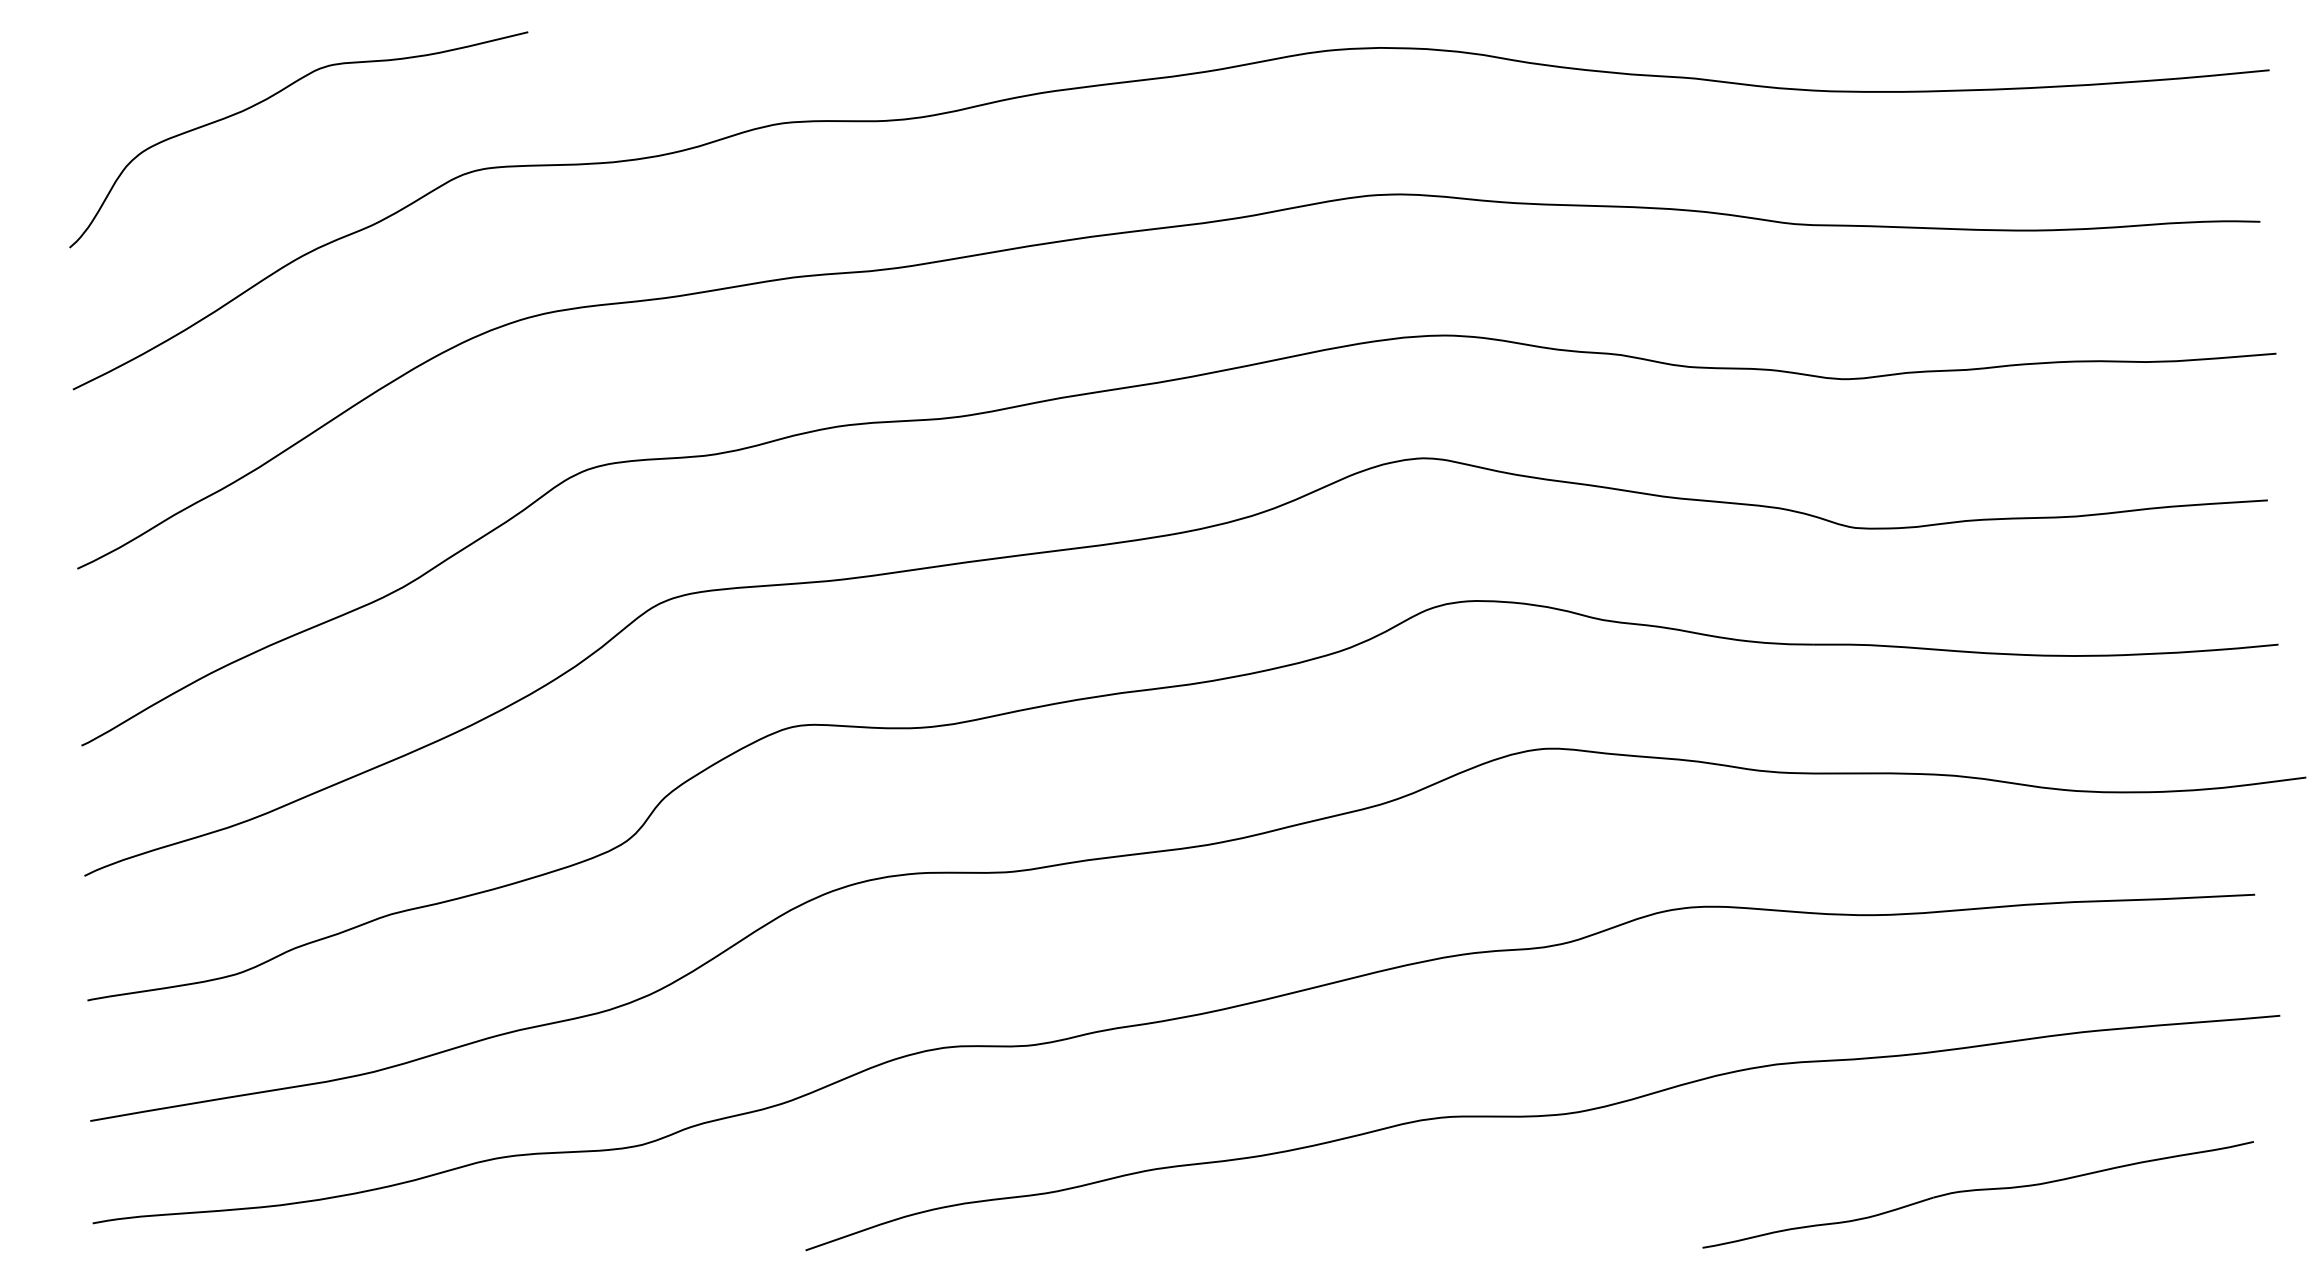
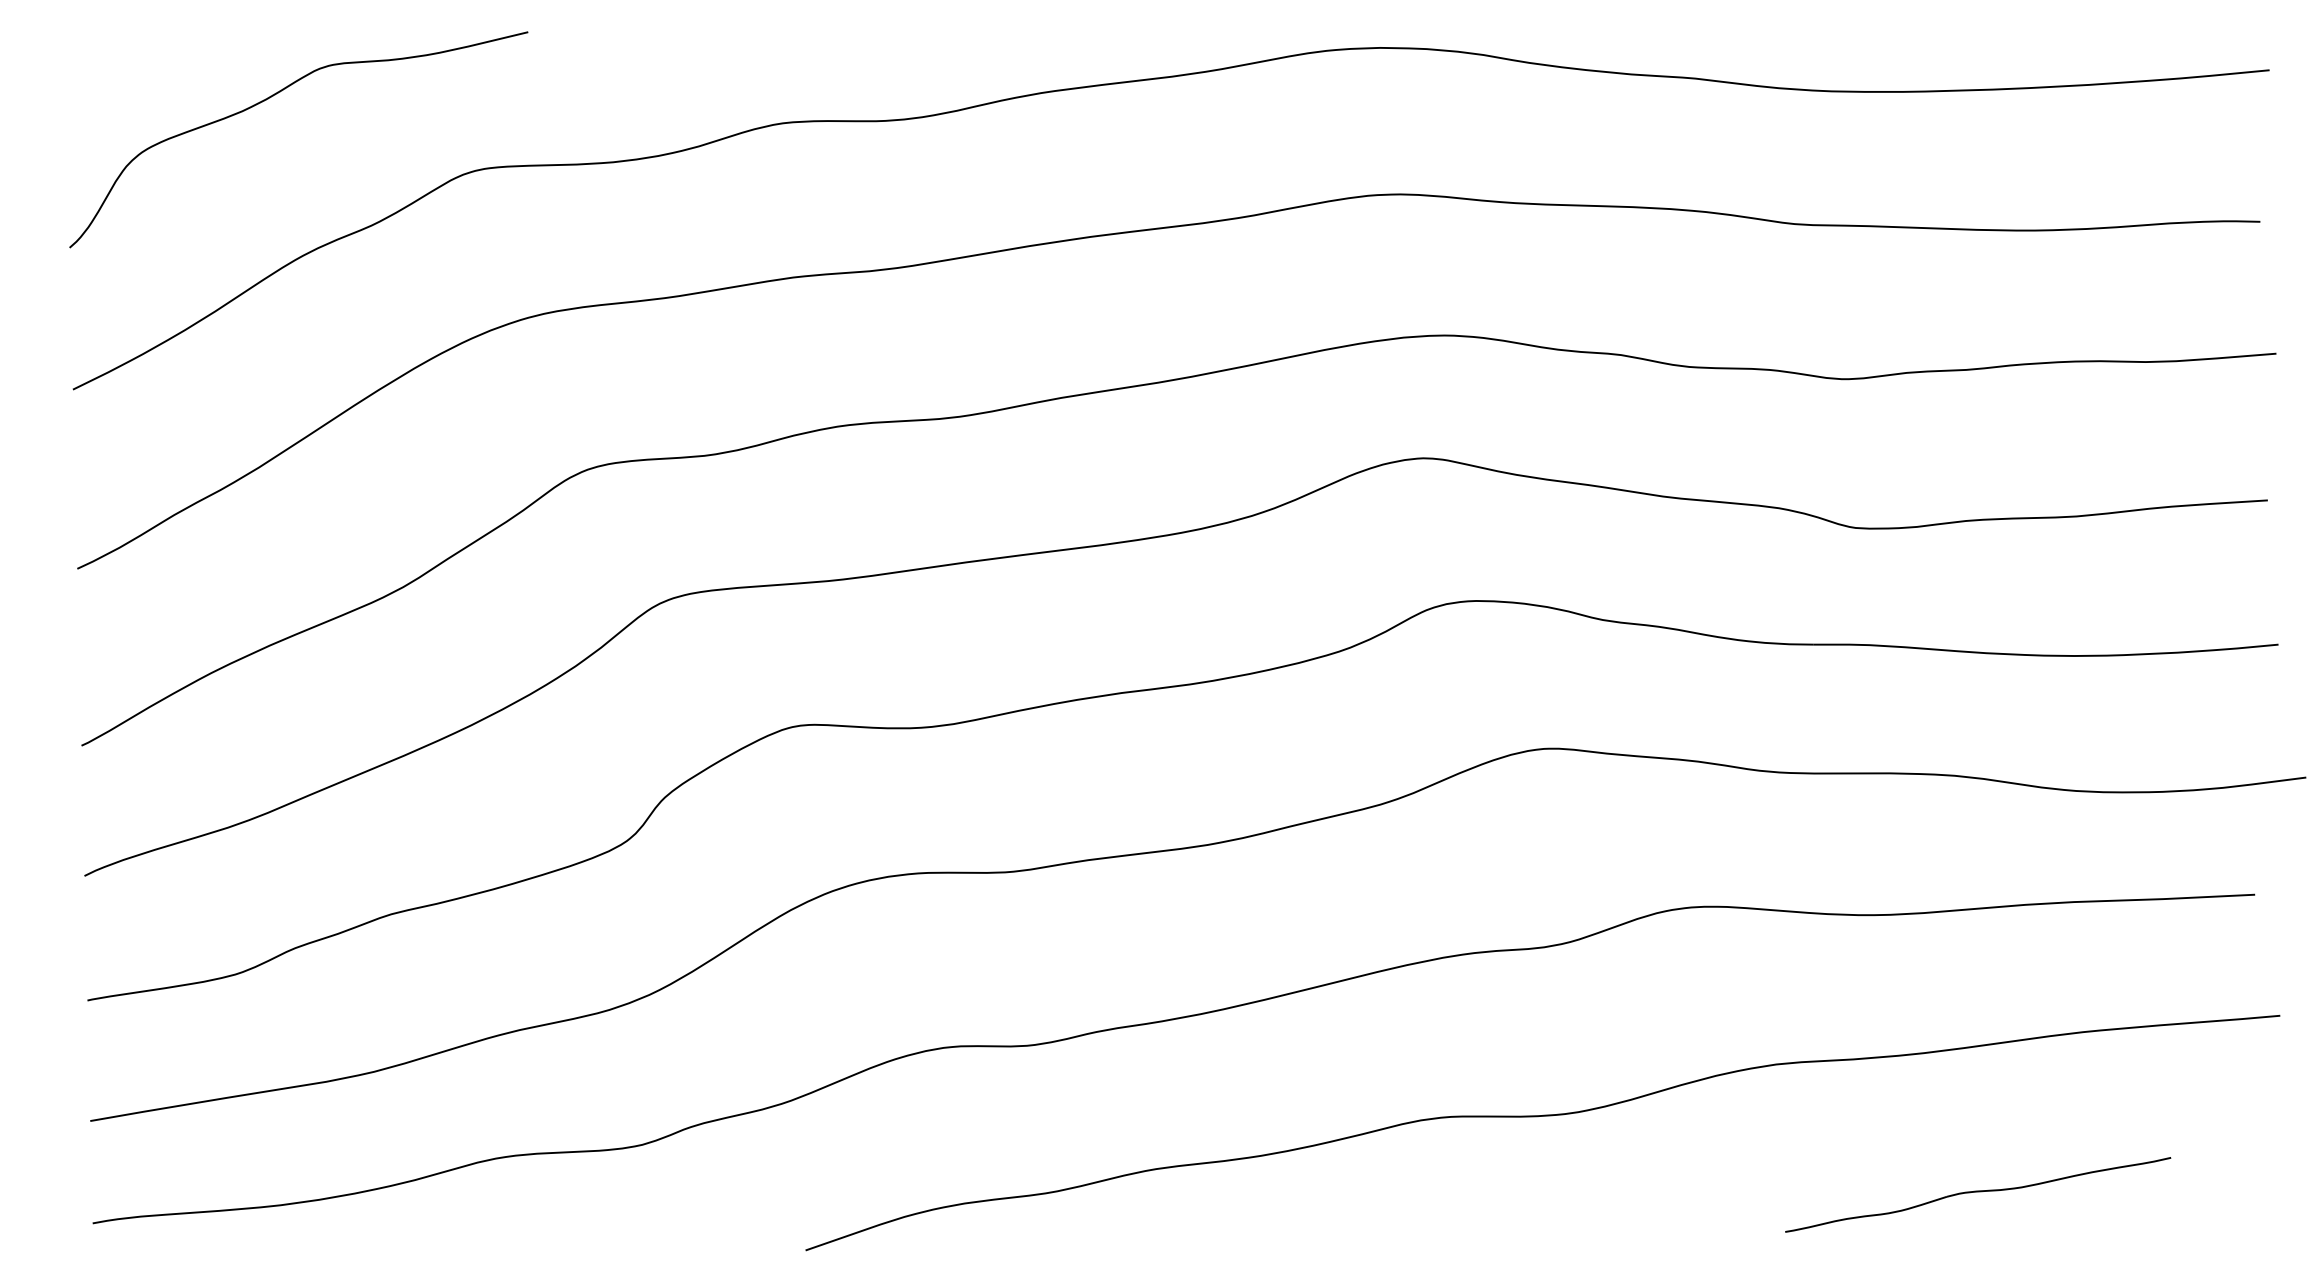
part at (1977, 1194) size: 552x108 px -> 387x76 px
